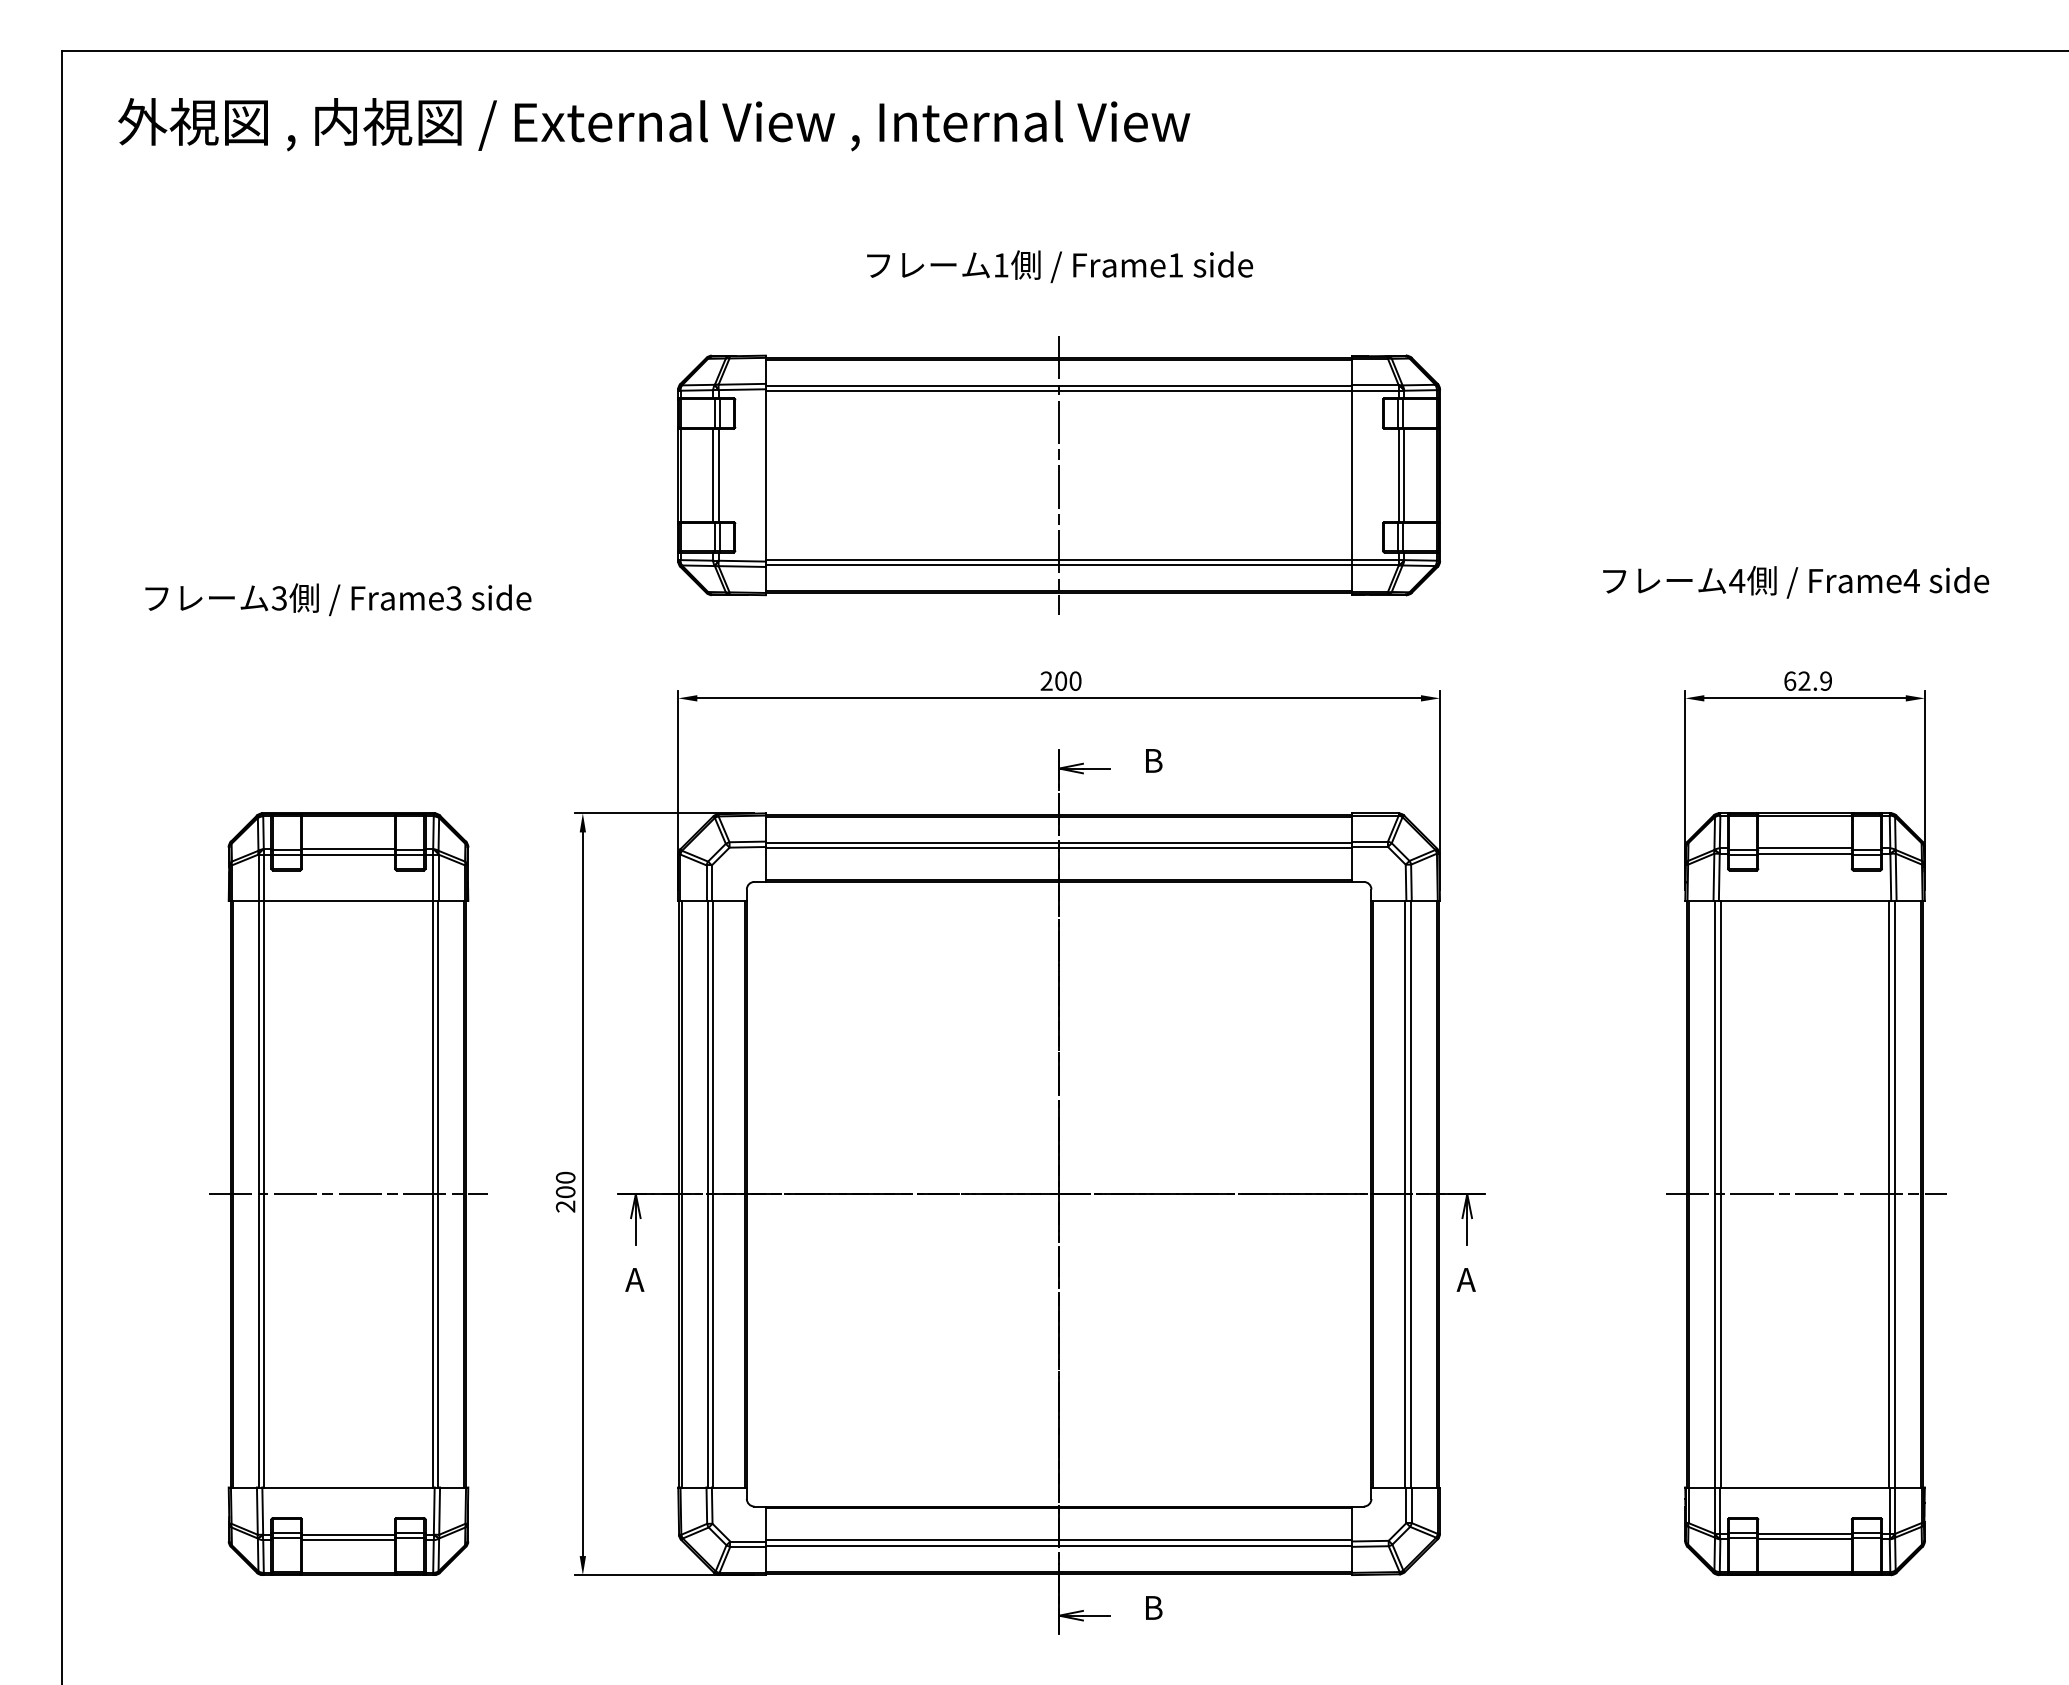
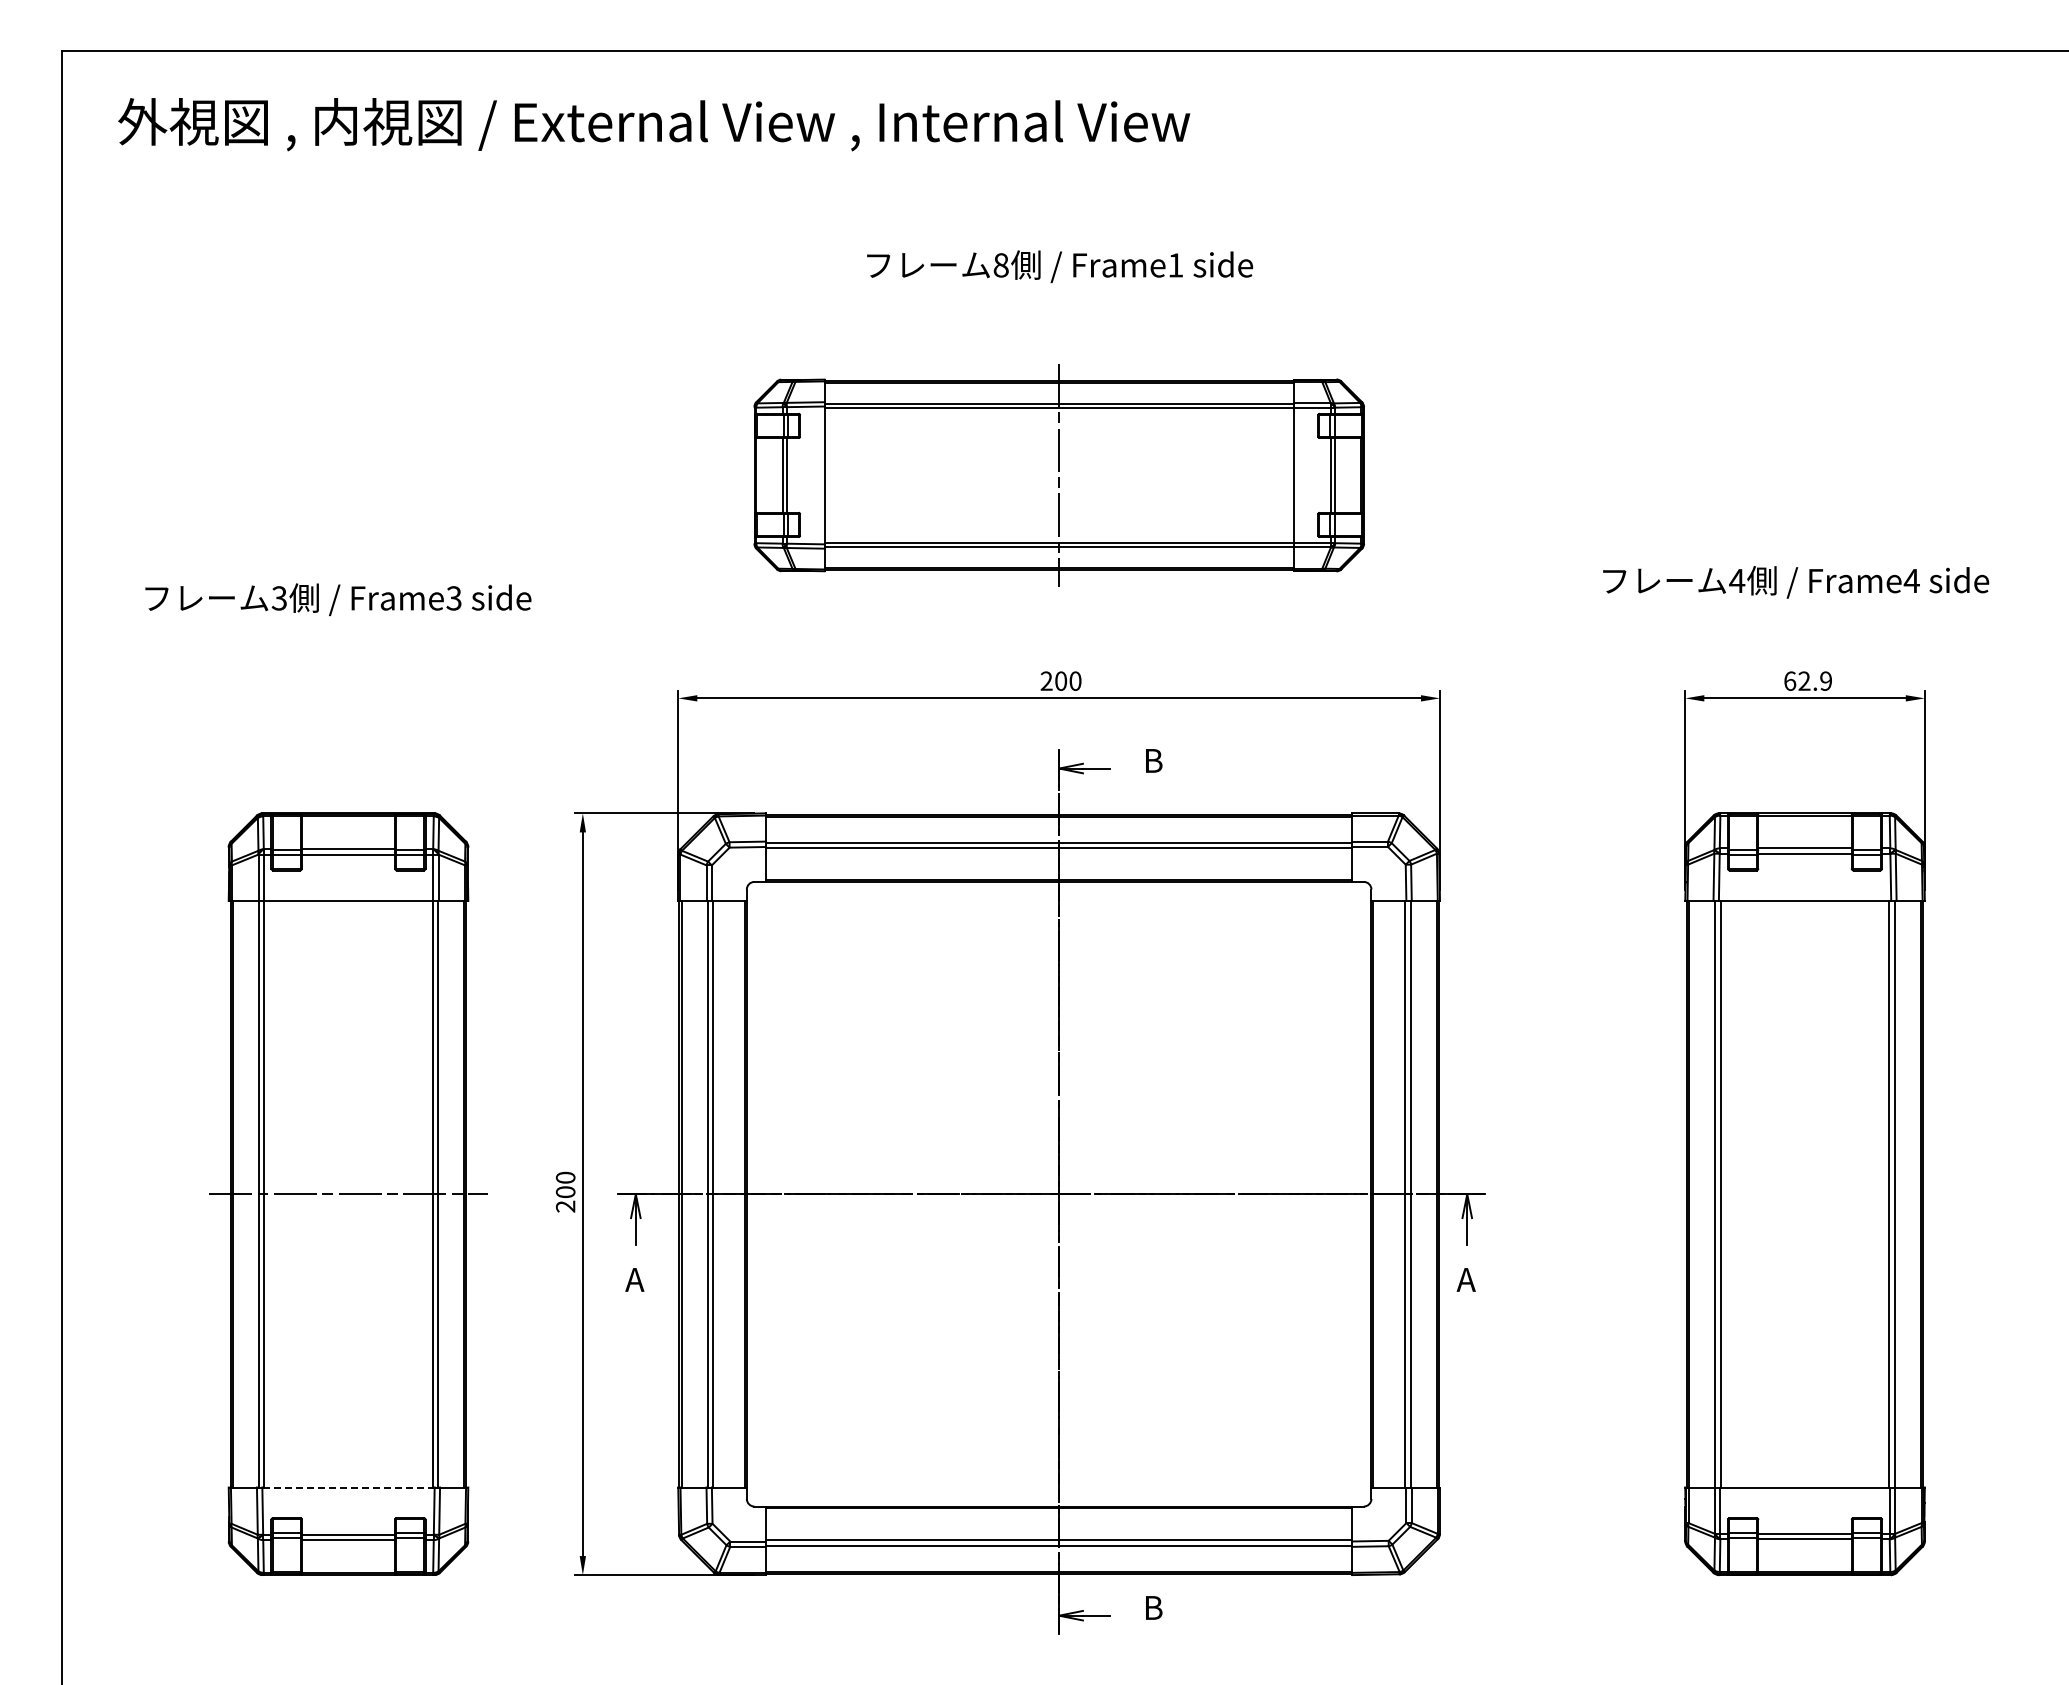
text at (1000, 265): 1 -> 8
part at (1059, 475) size: 765x279 px -> 612x223 px
line at (1805, 1194): present -> none
line at (348, 1487): solid -> dashed
